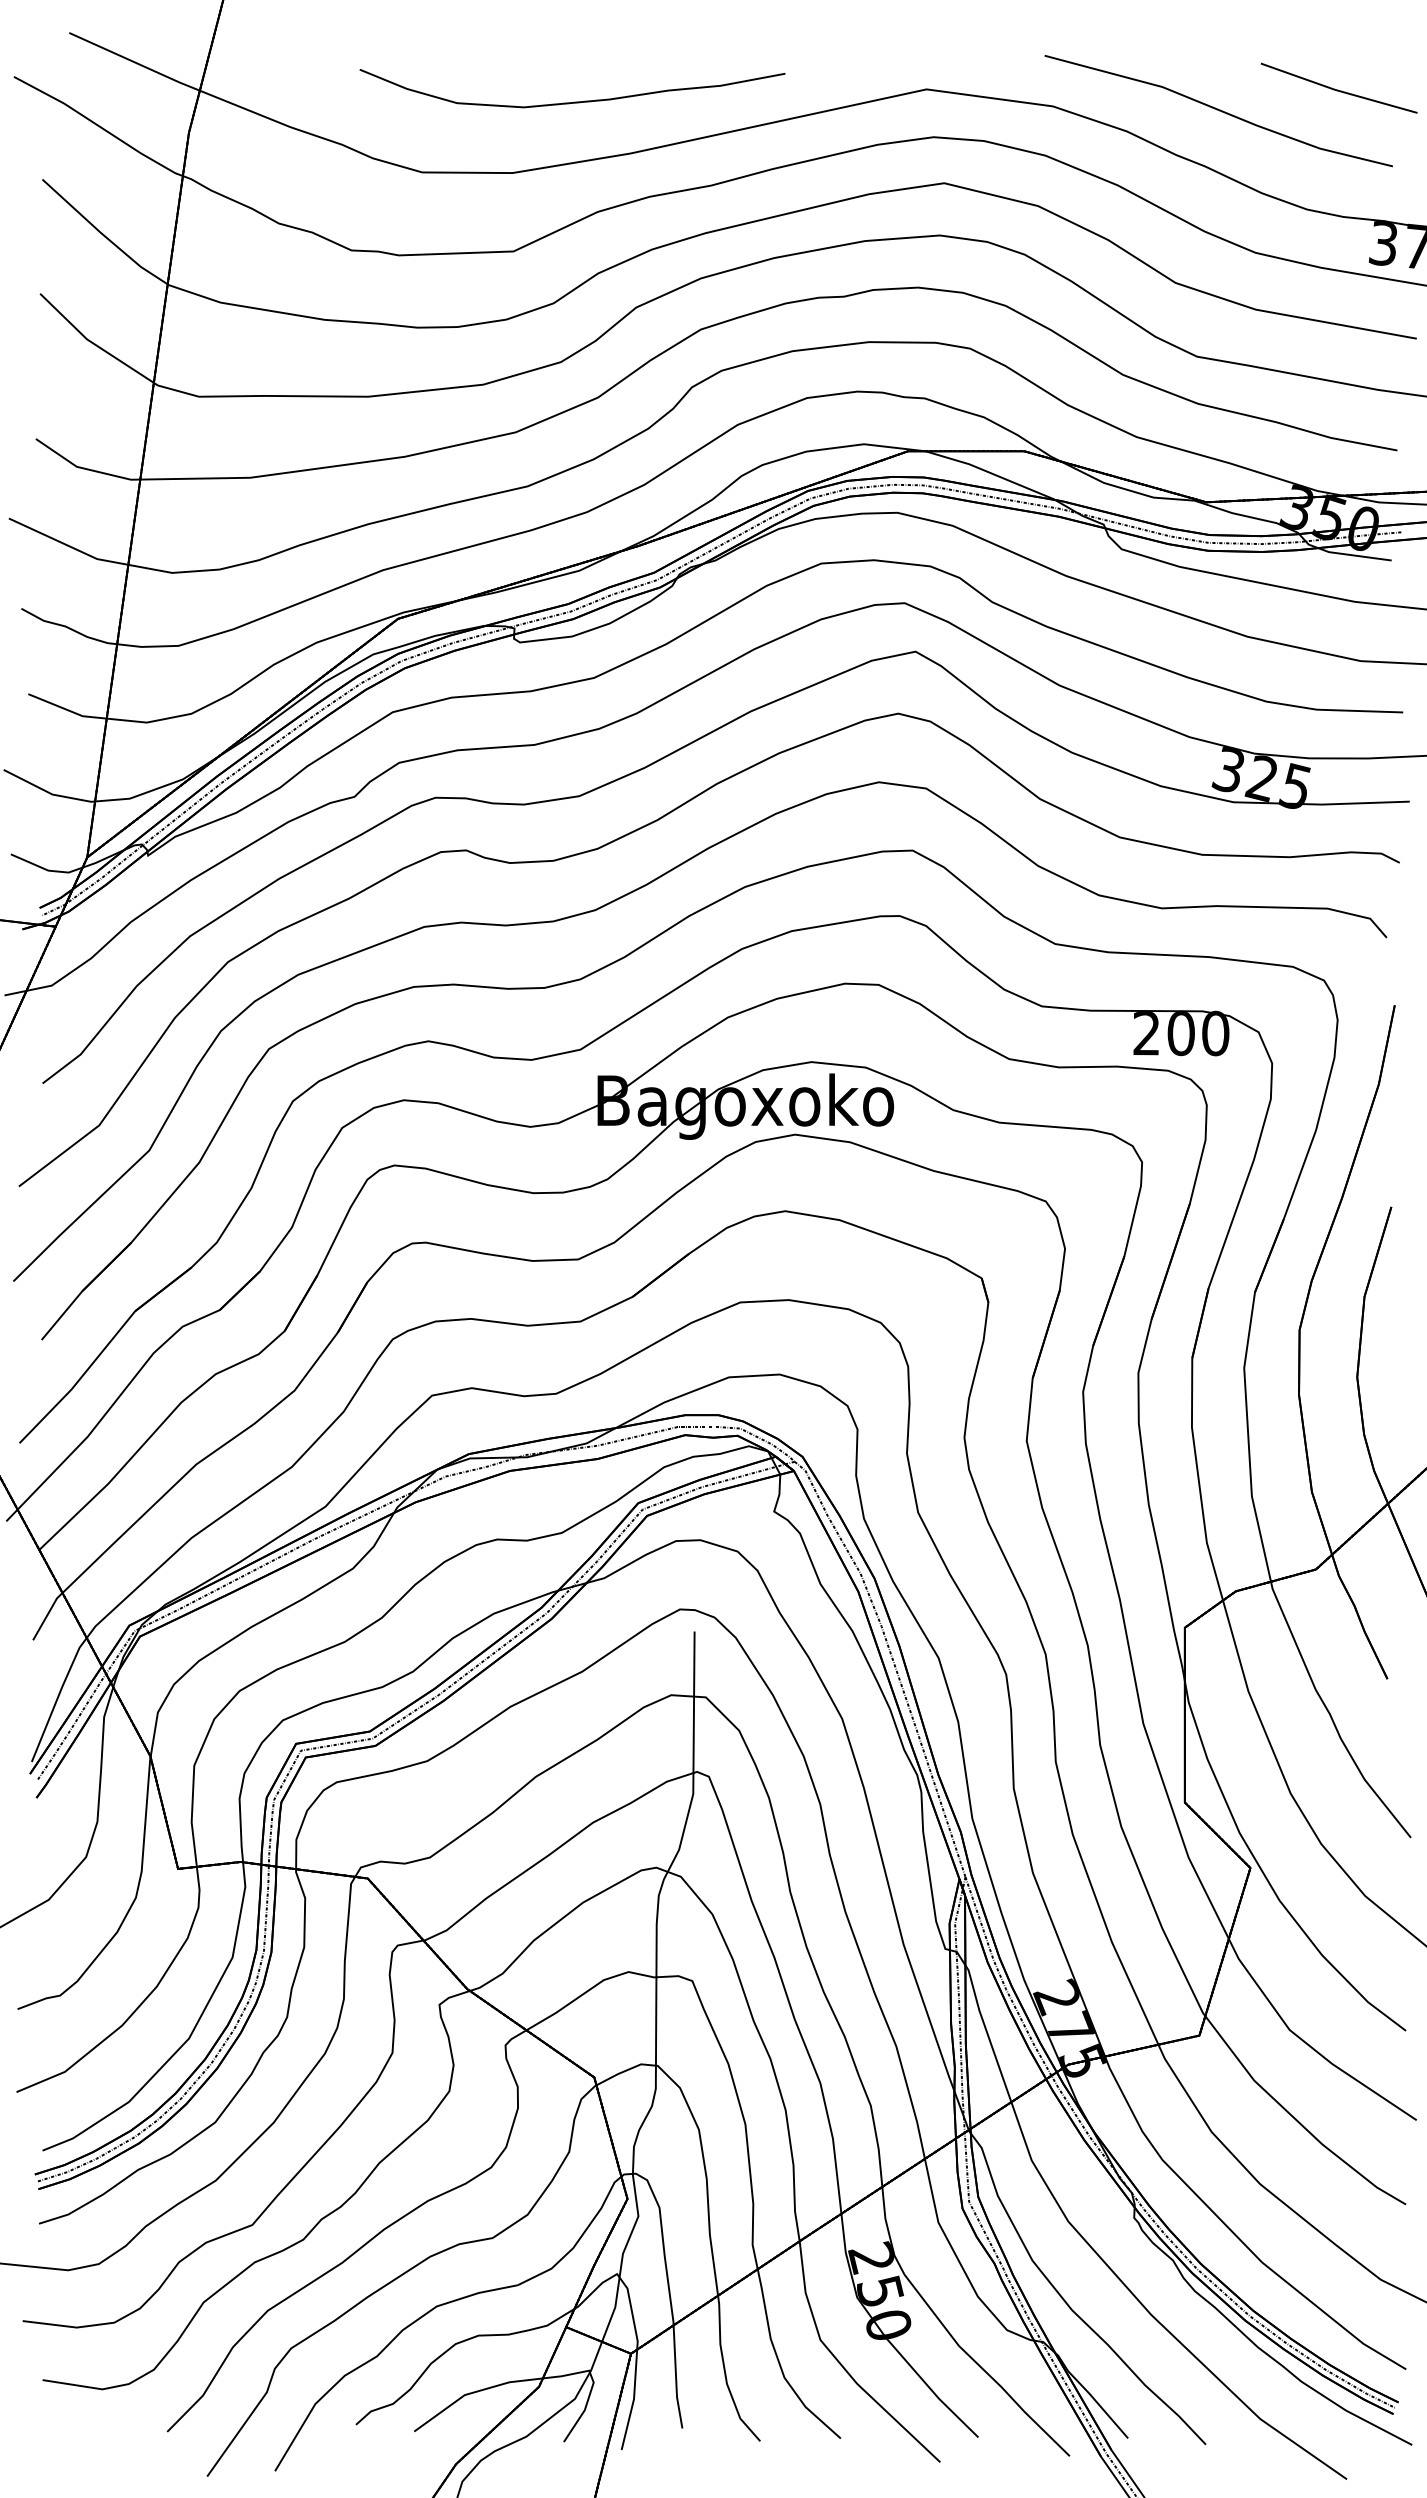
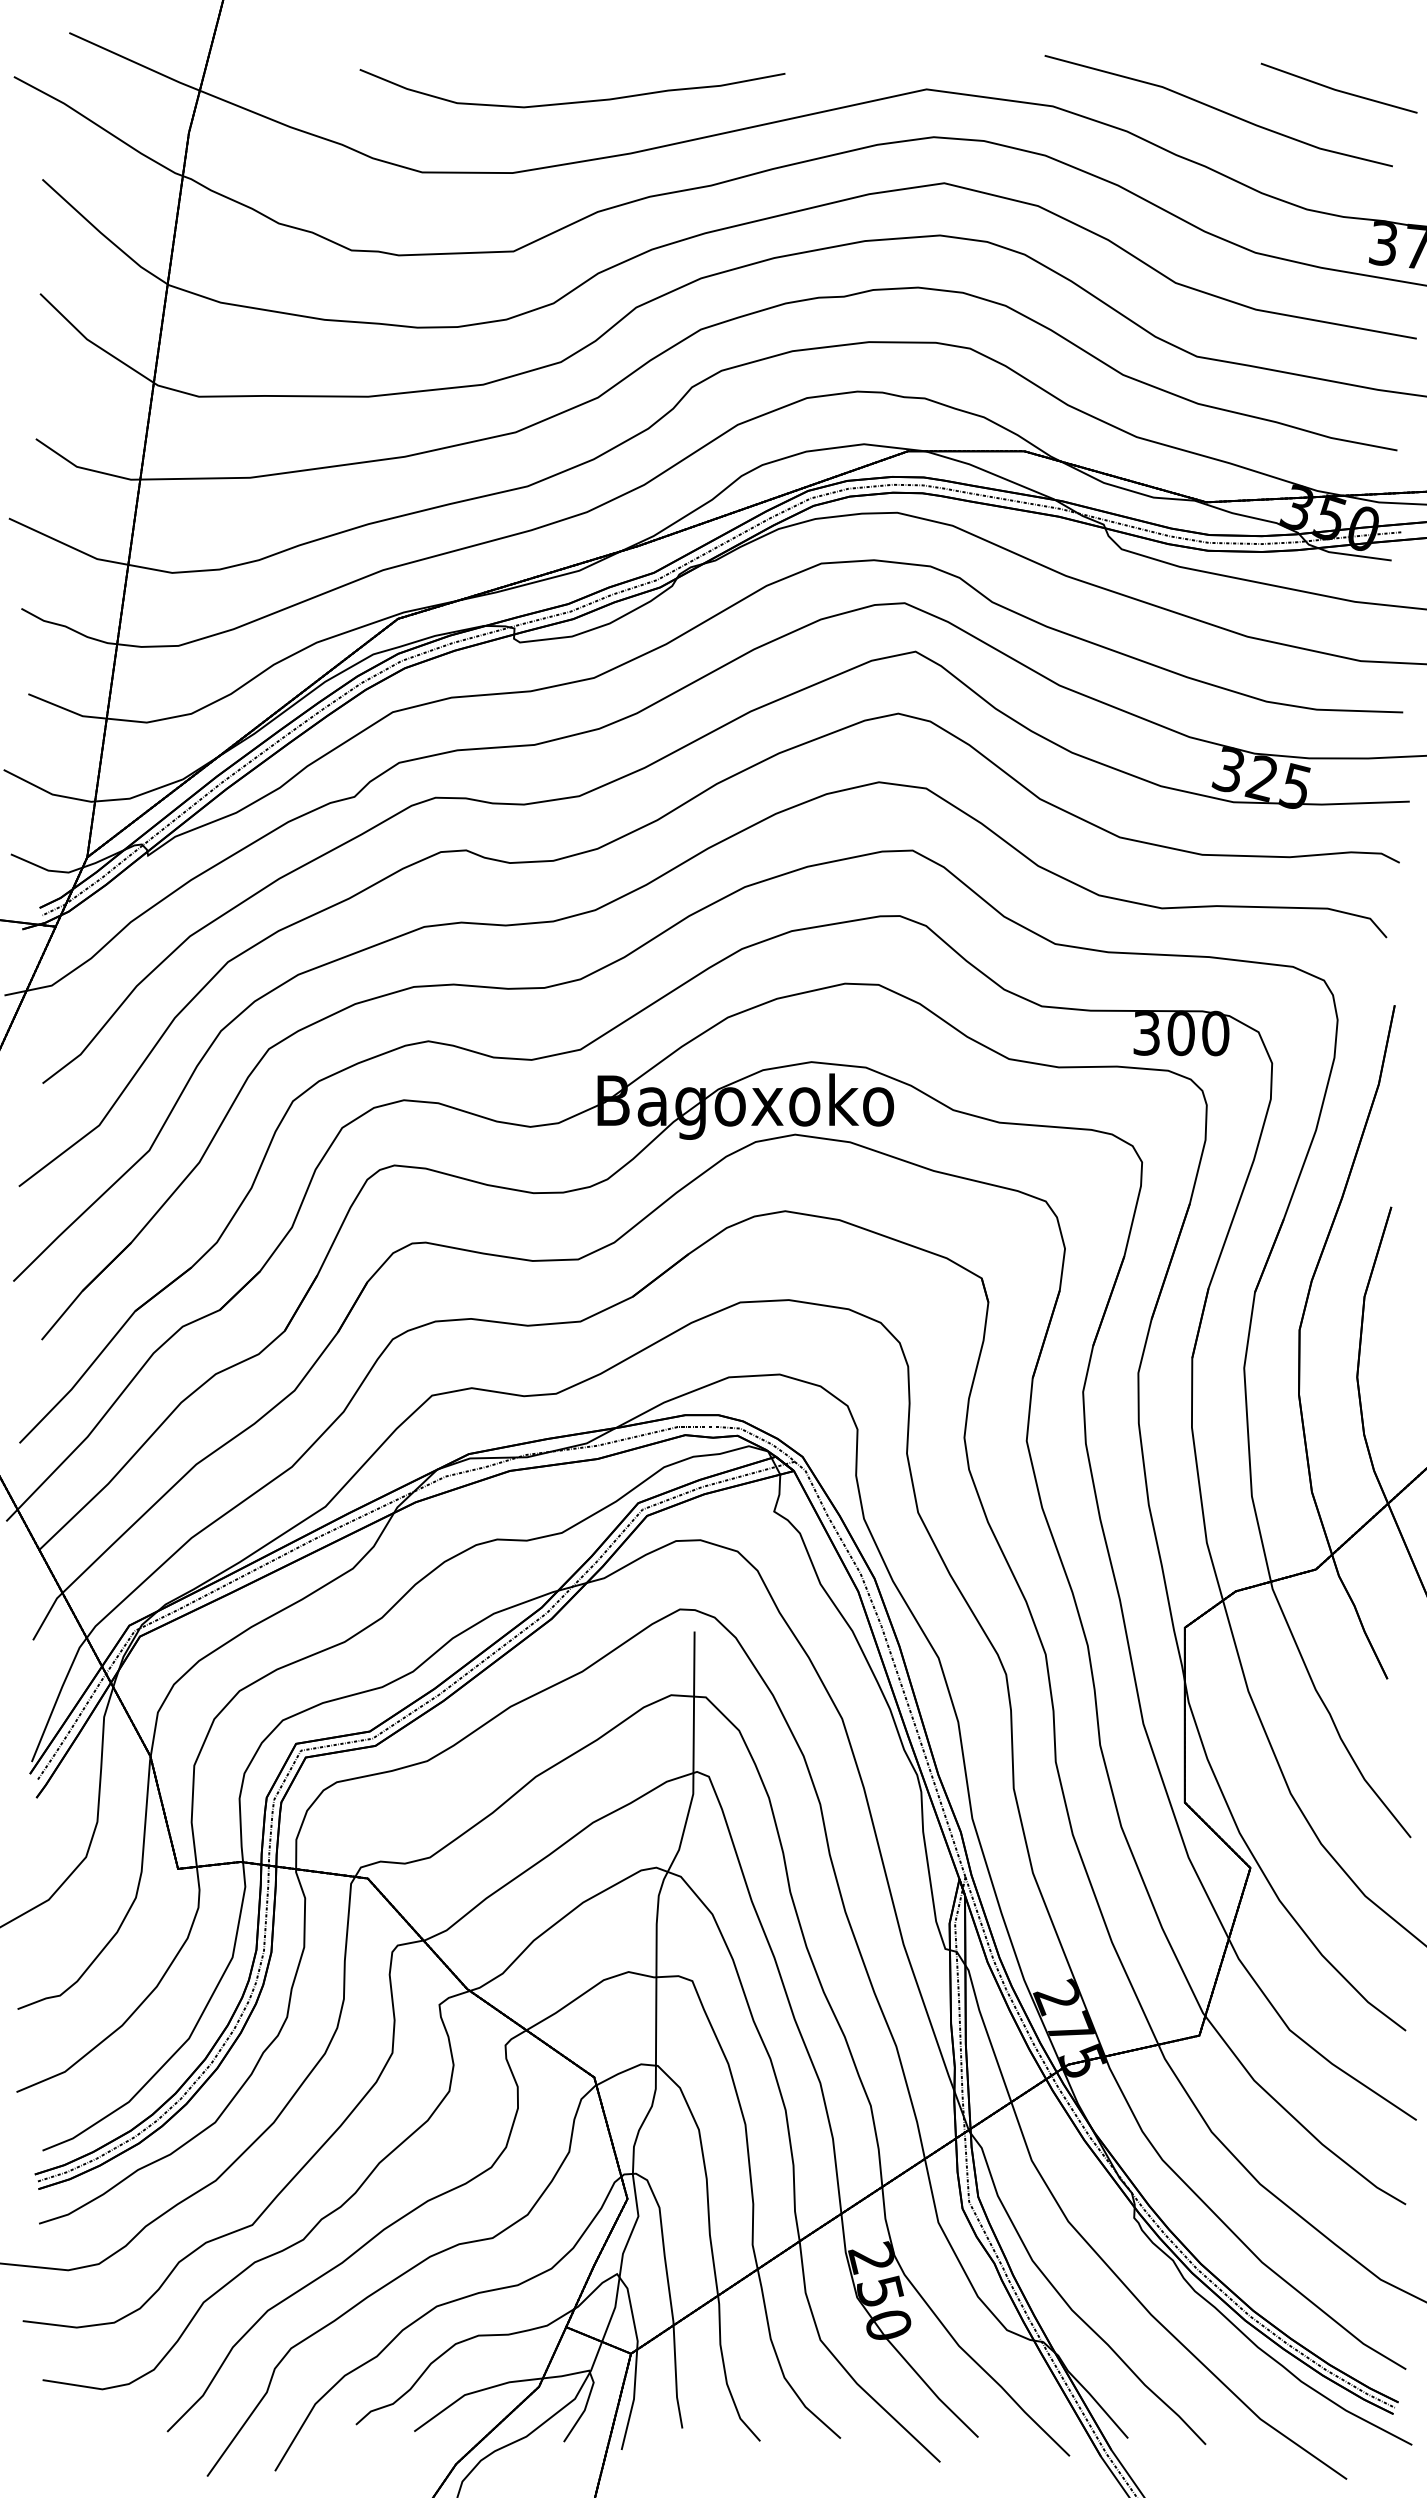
text at (1146, 1033): 200 -> 300
